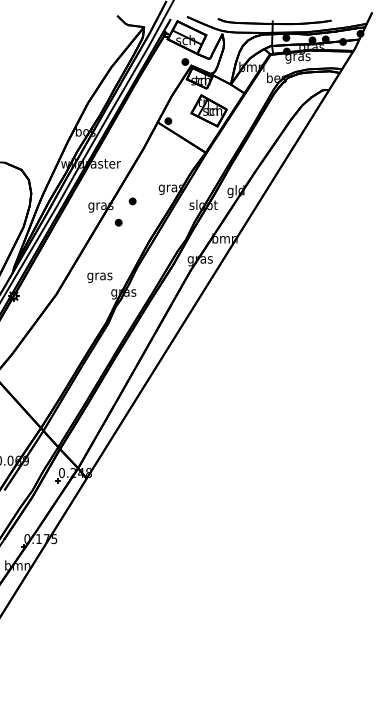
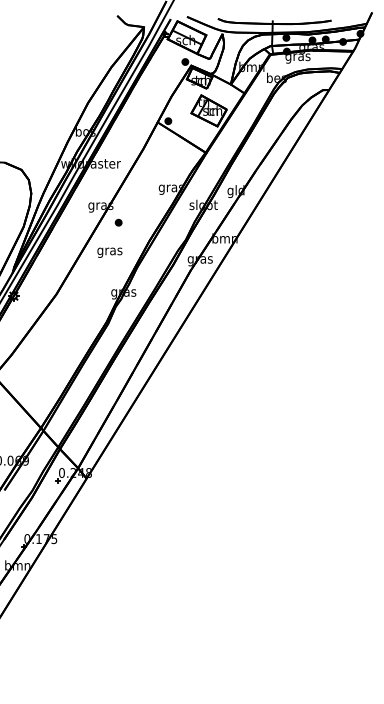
part at (132, 201): present -> none
text at (99, 277) position: (99, 277) -> (109, 252)
